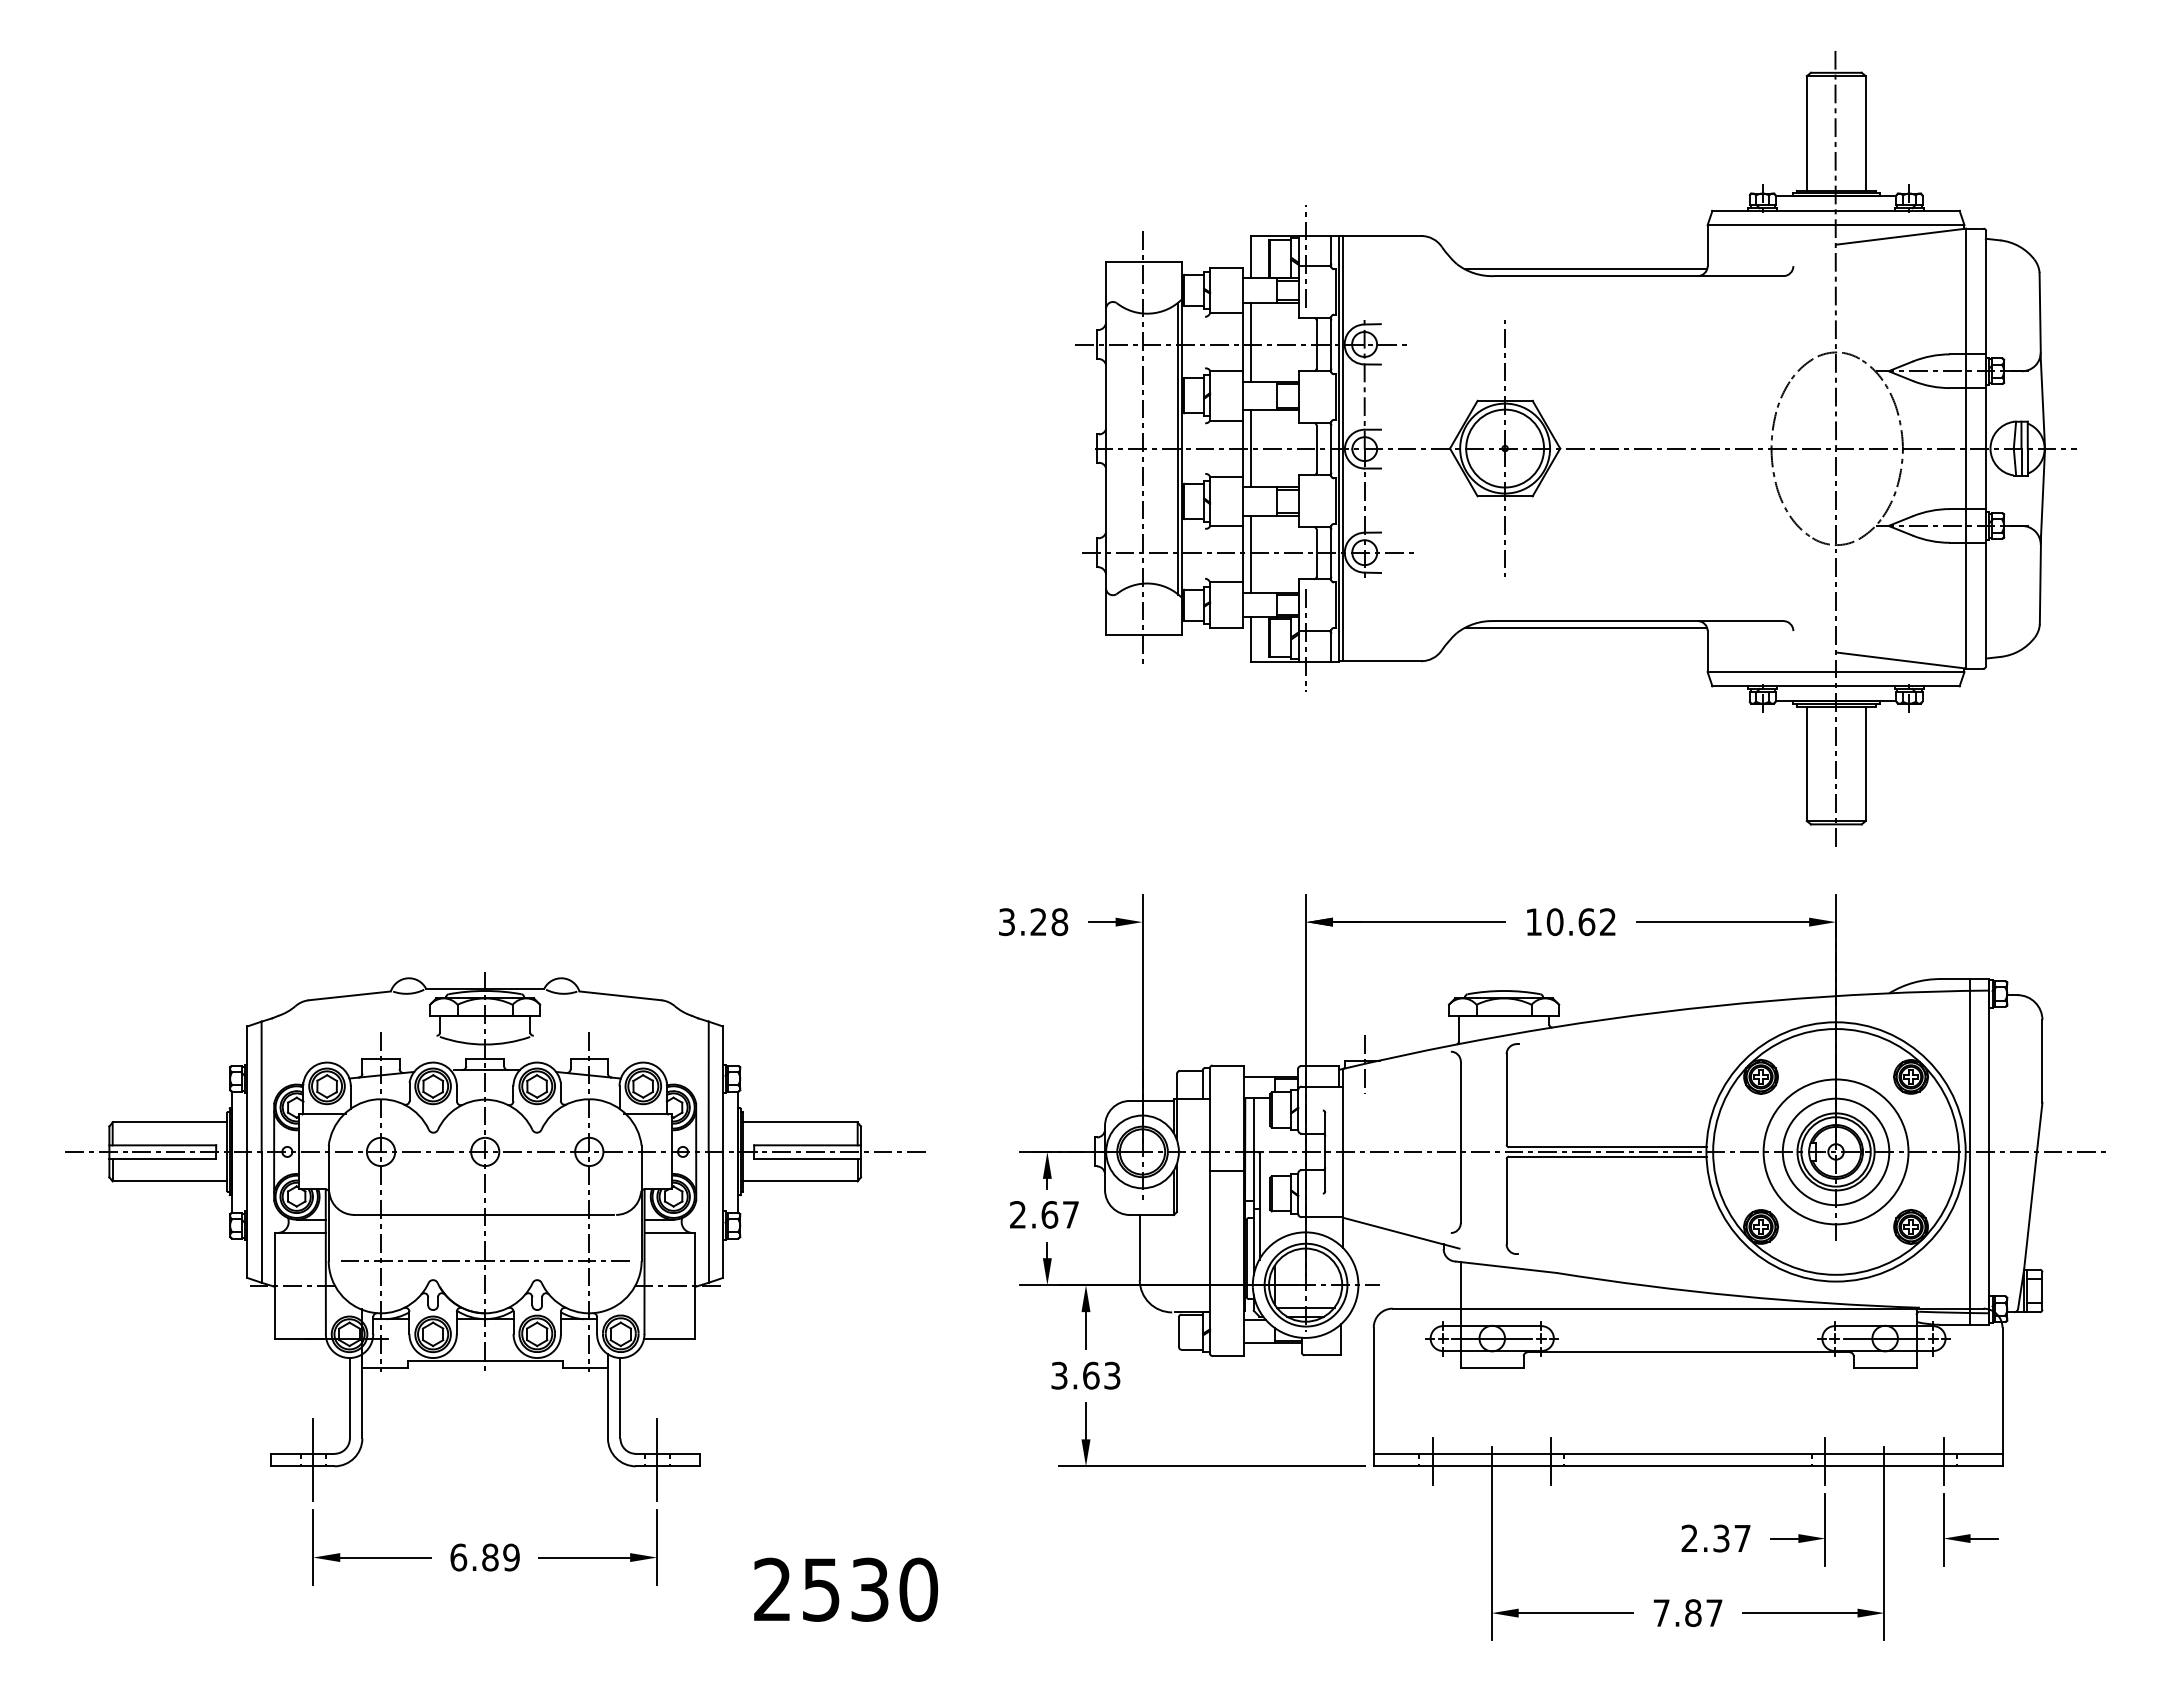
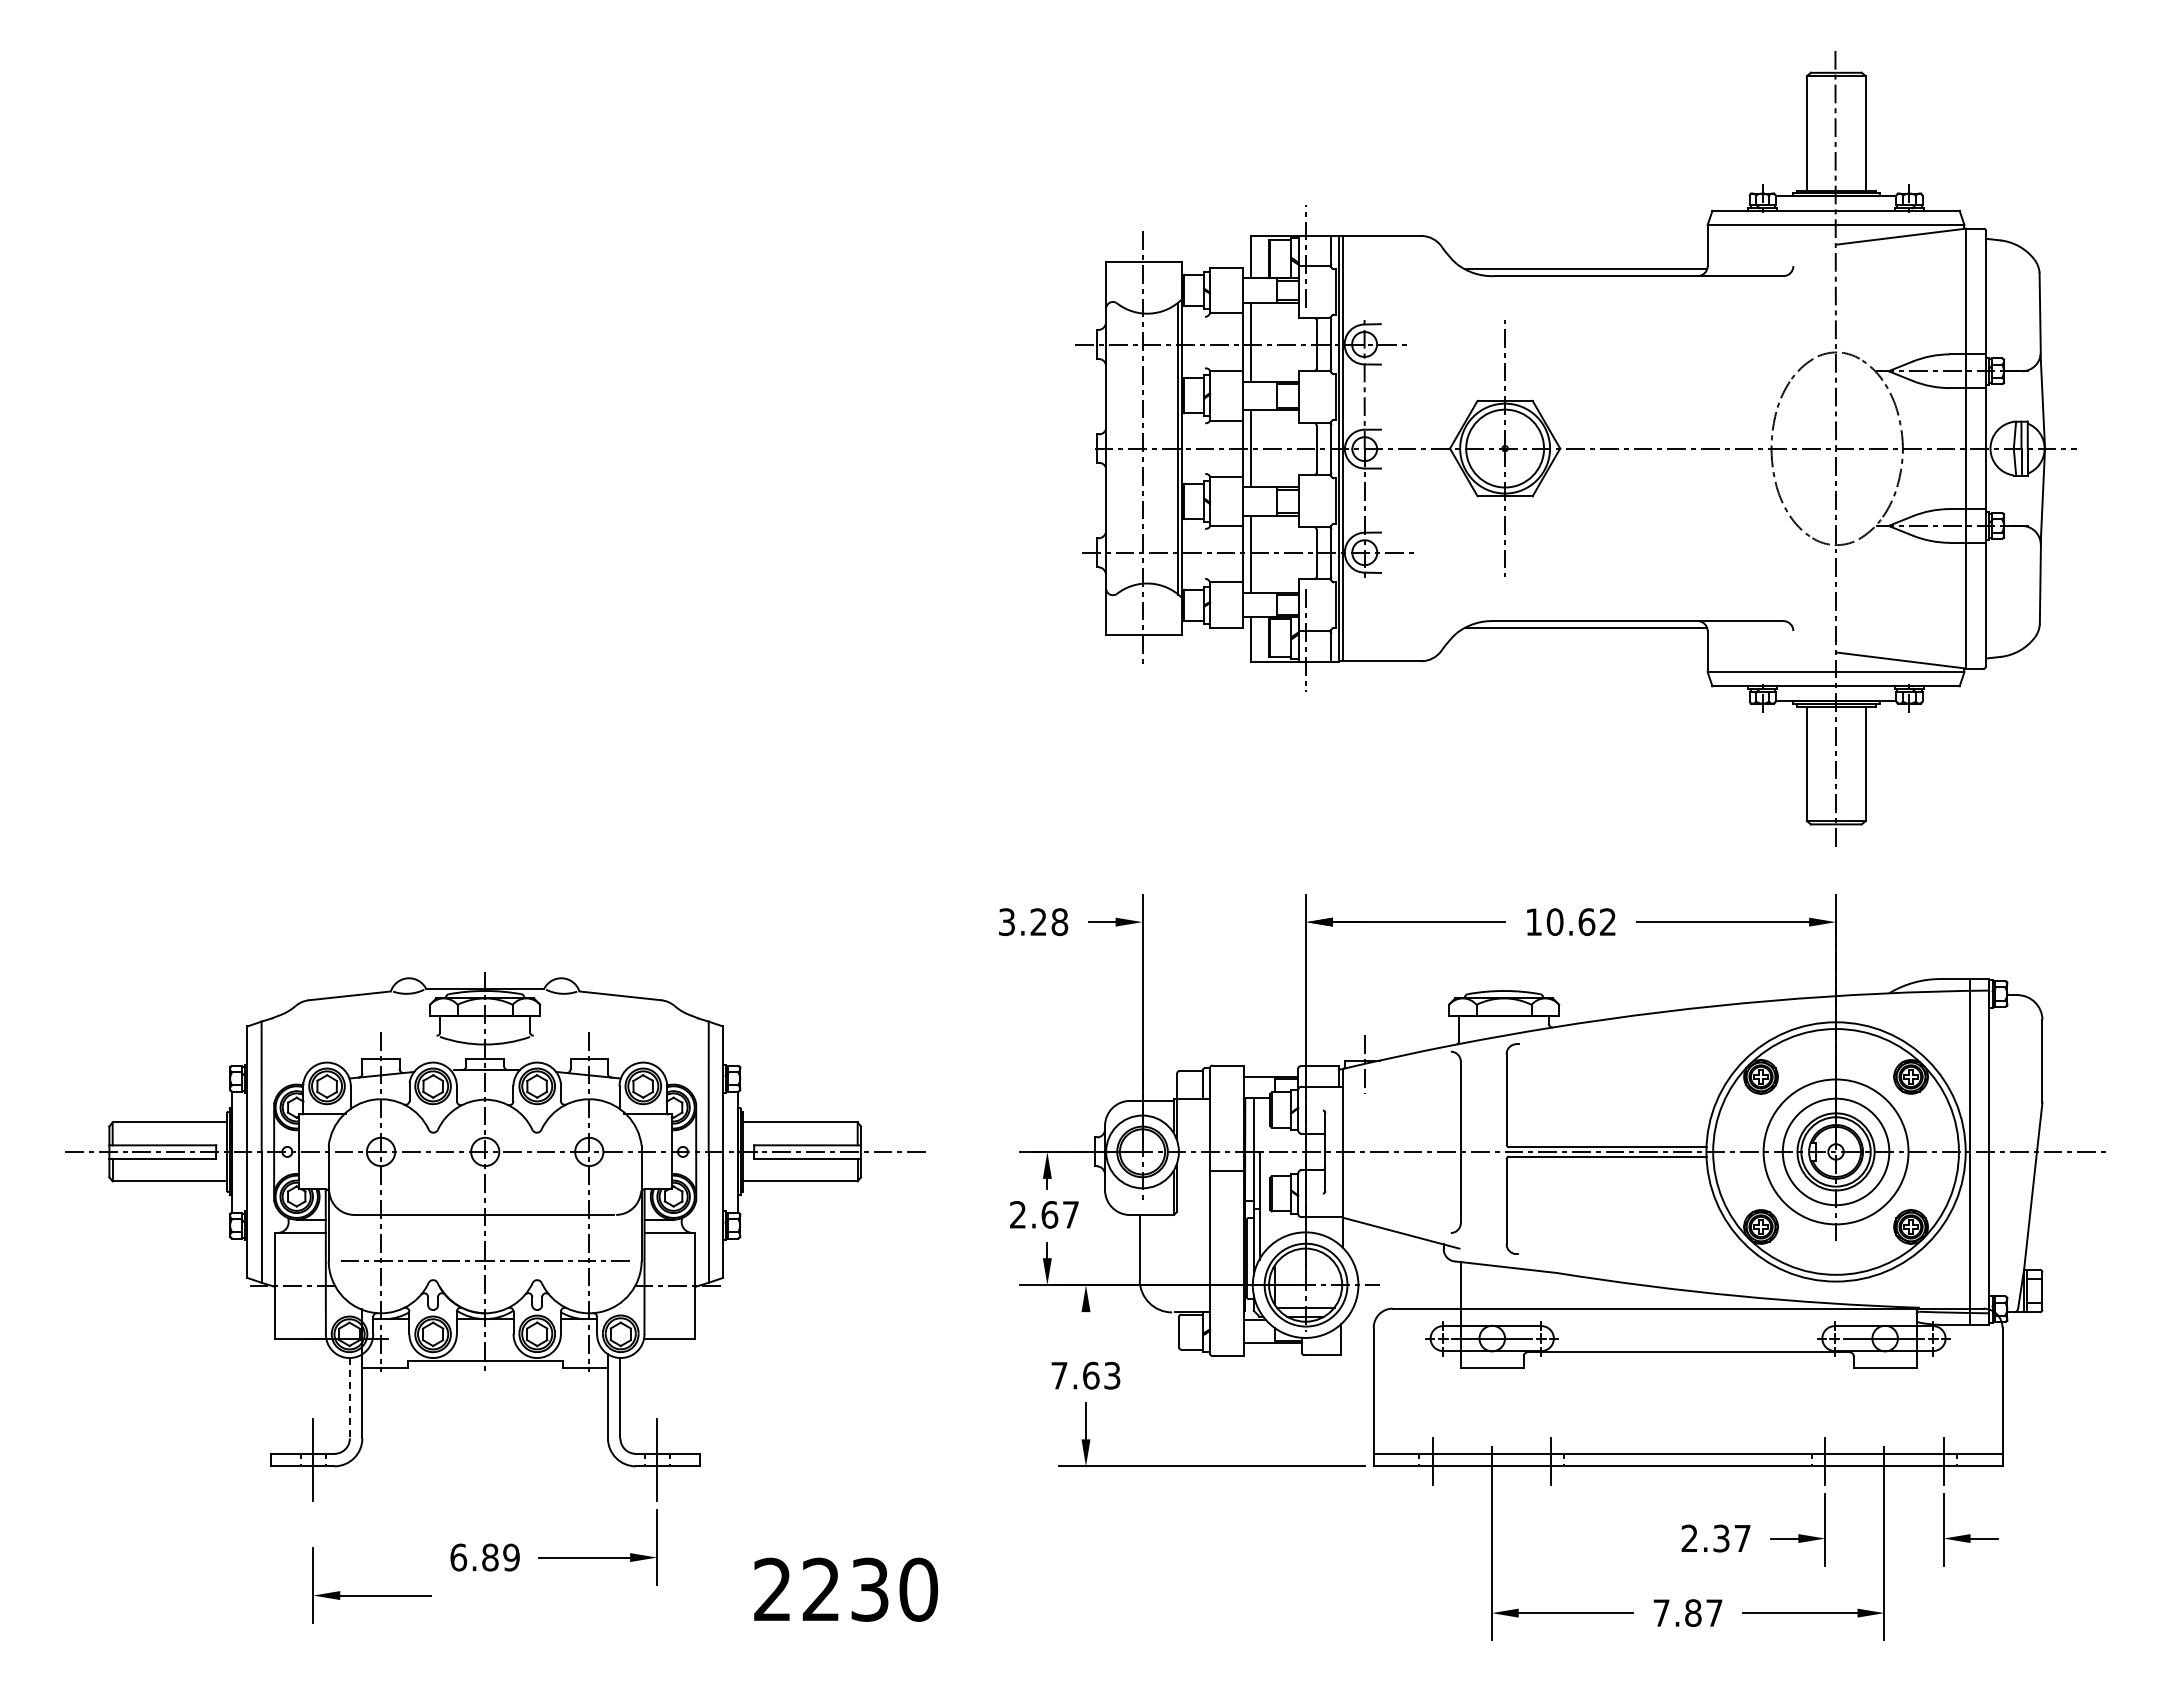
line at (1086, 1330): present -> none
text at (1059, 1375): 3.63 -> 7.63
line at (349, 1398): solid -> dashed
part at (371, 1557) position: (371, 1557) -> (371, 1595)
text at (820, 1589): 2530 -> 2230
